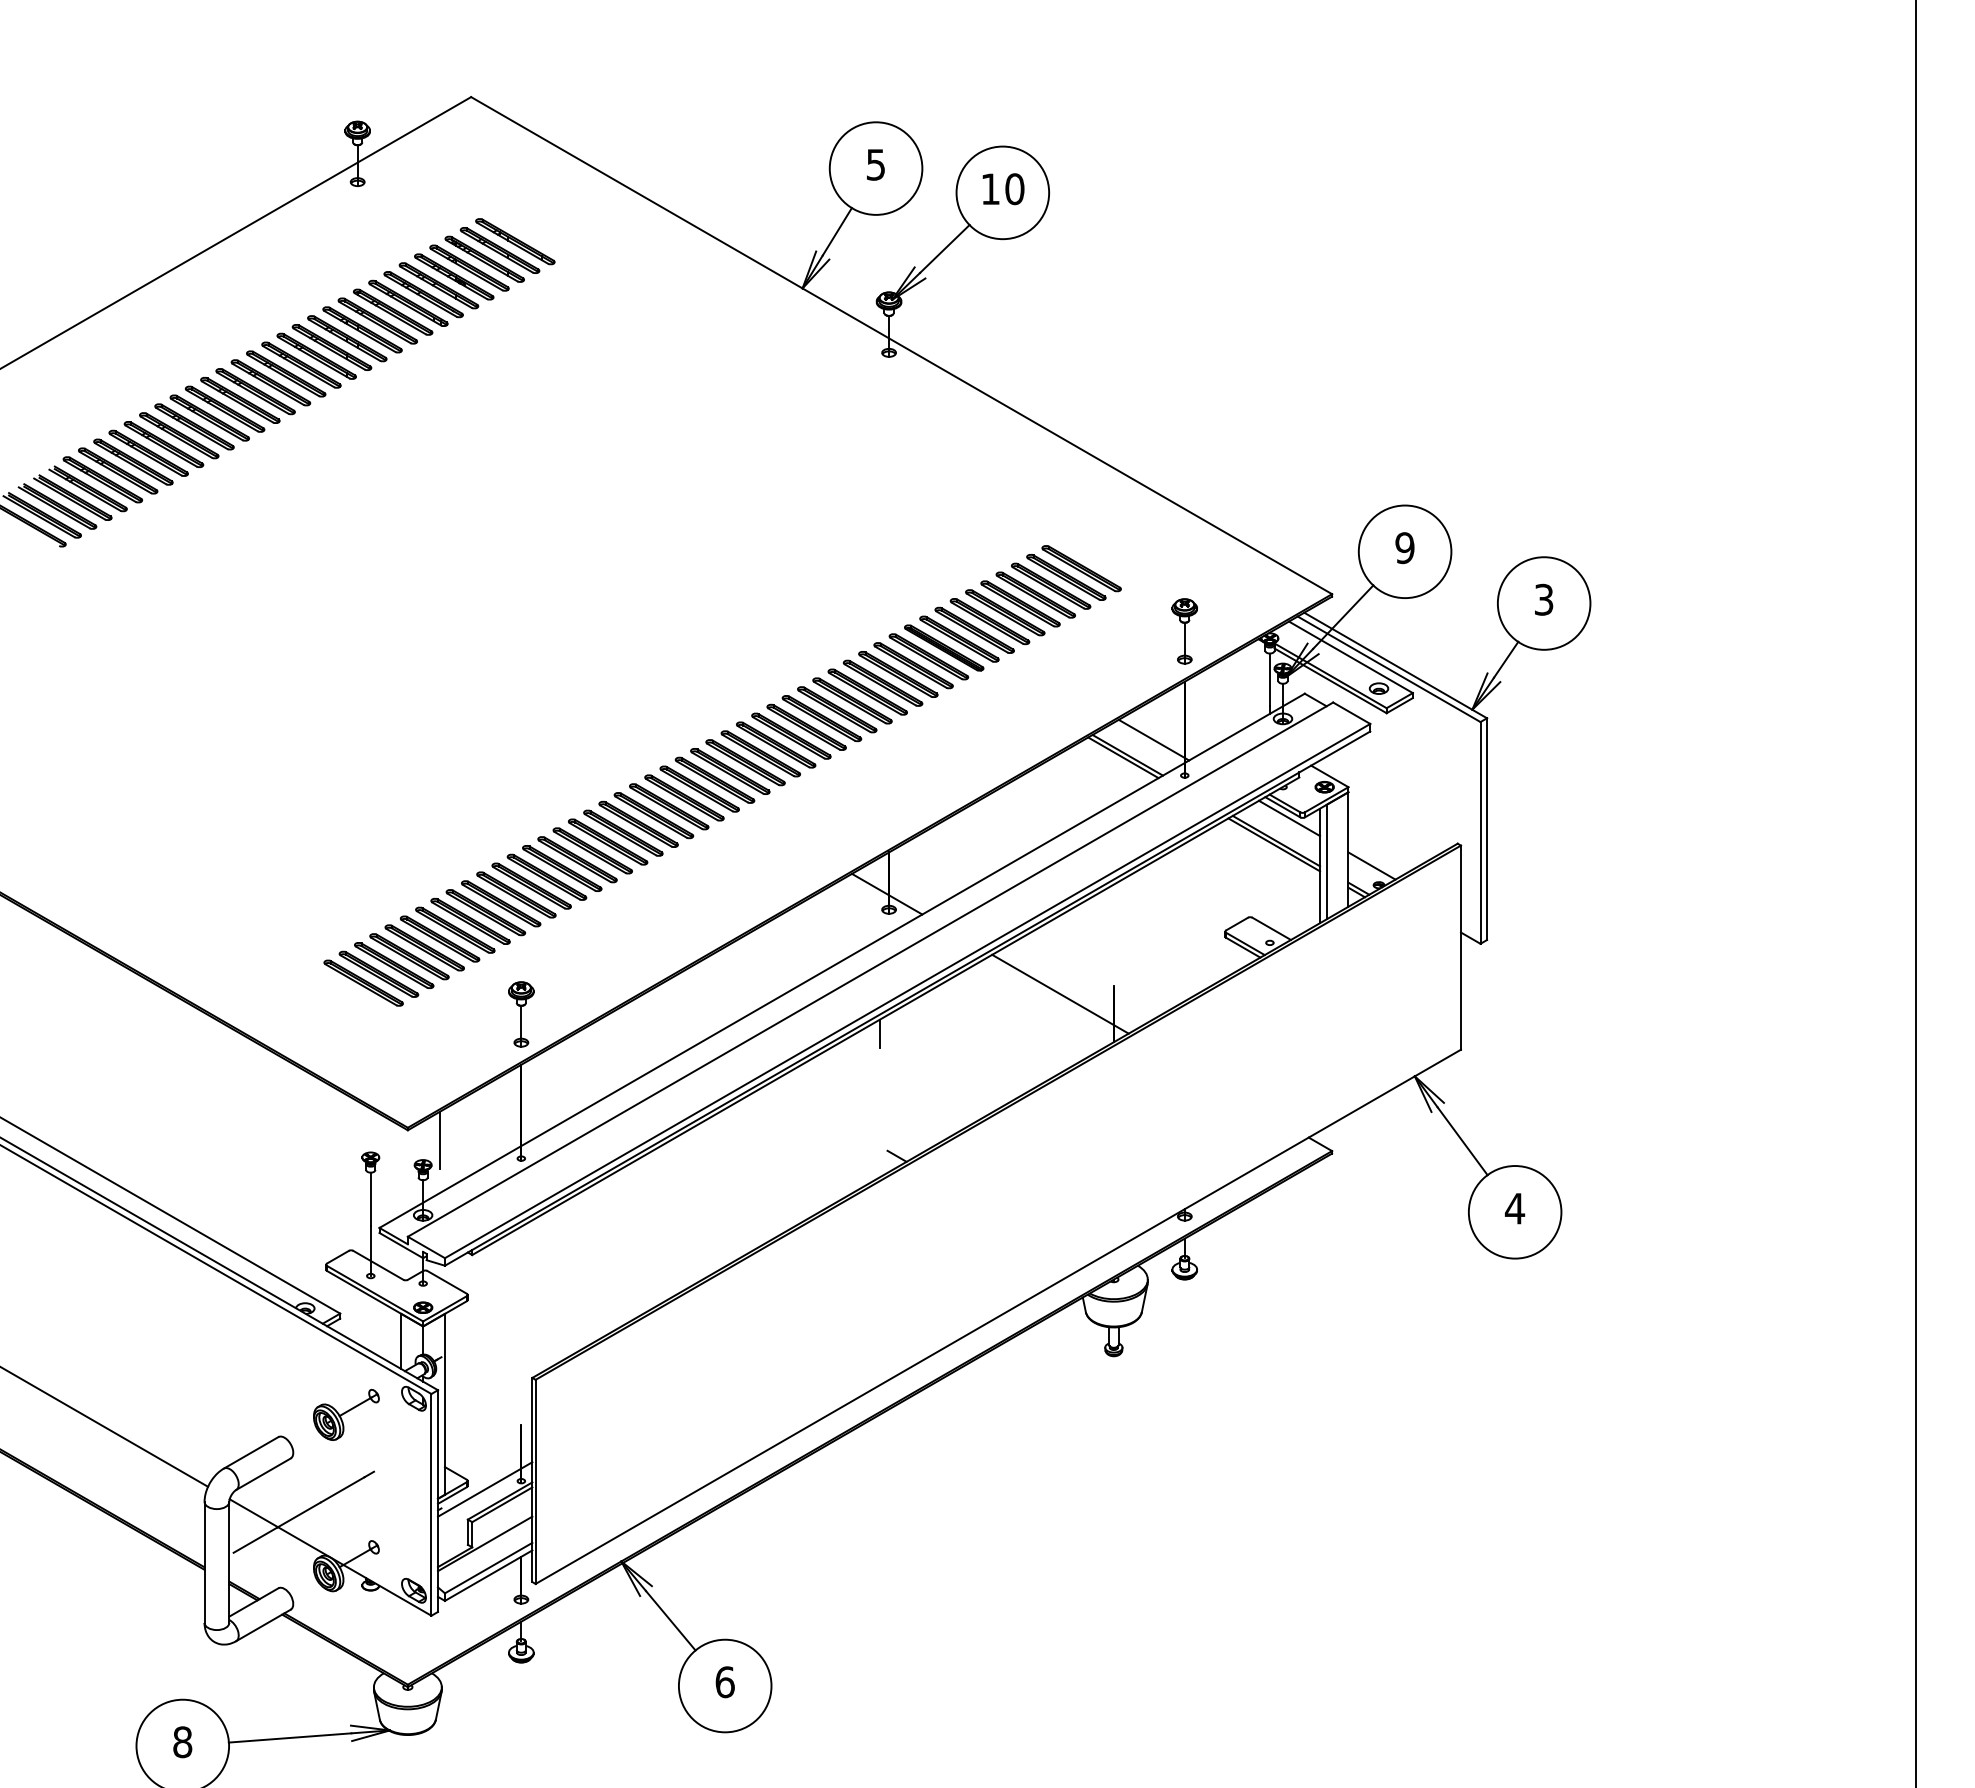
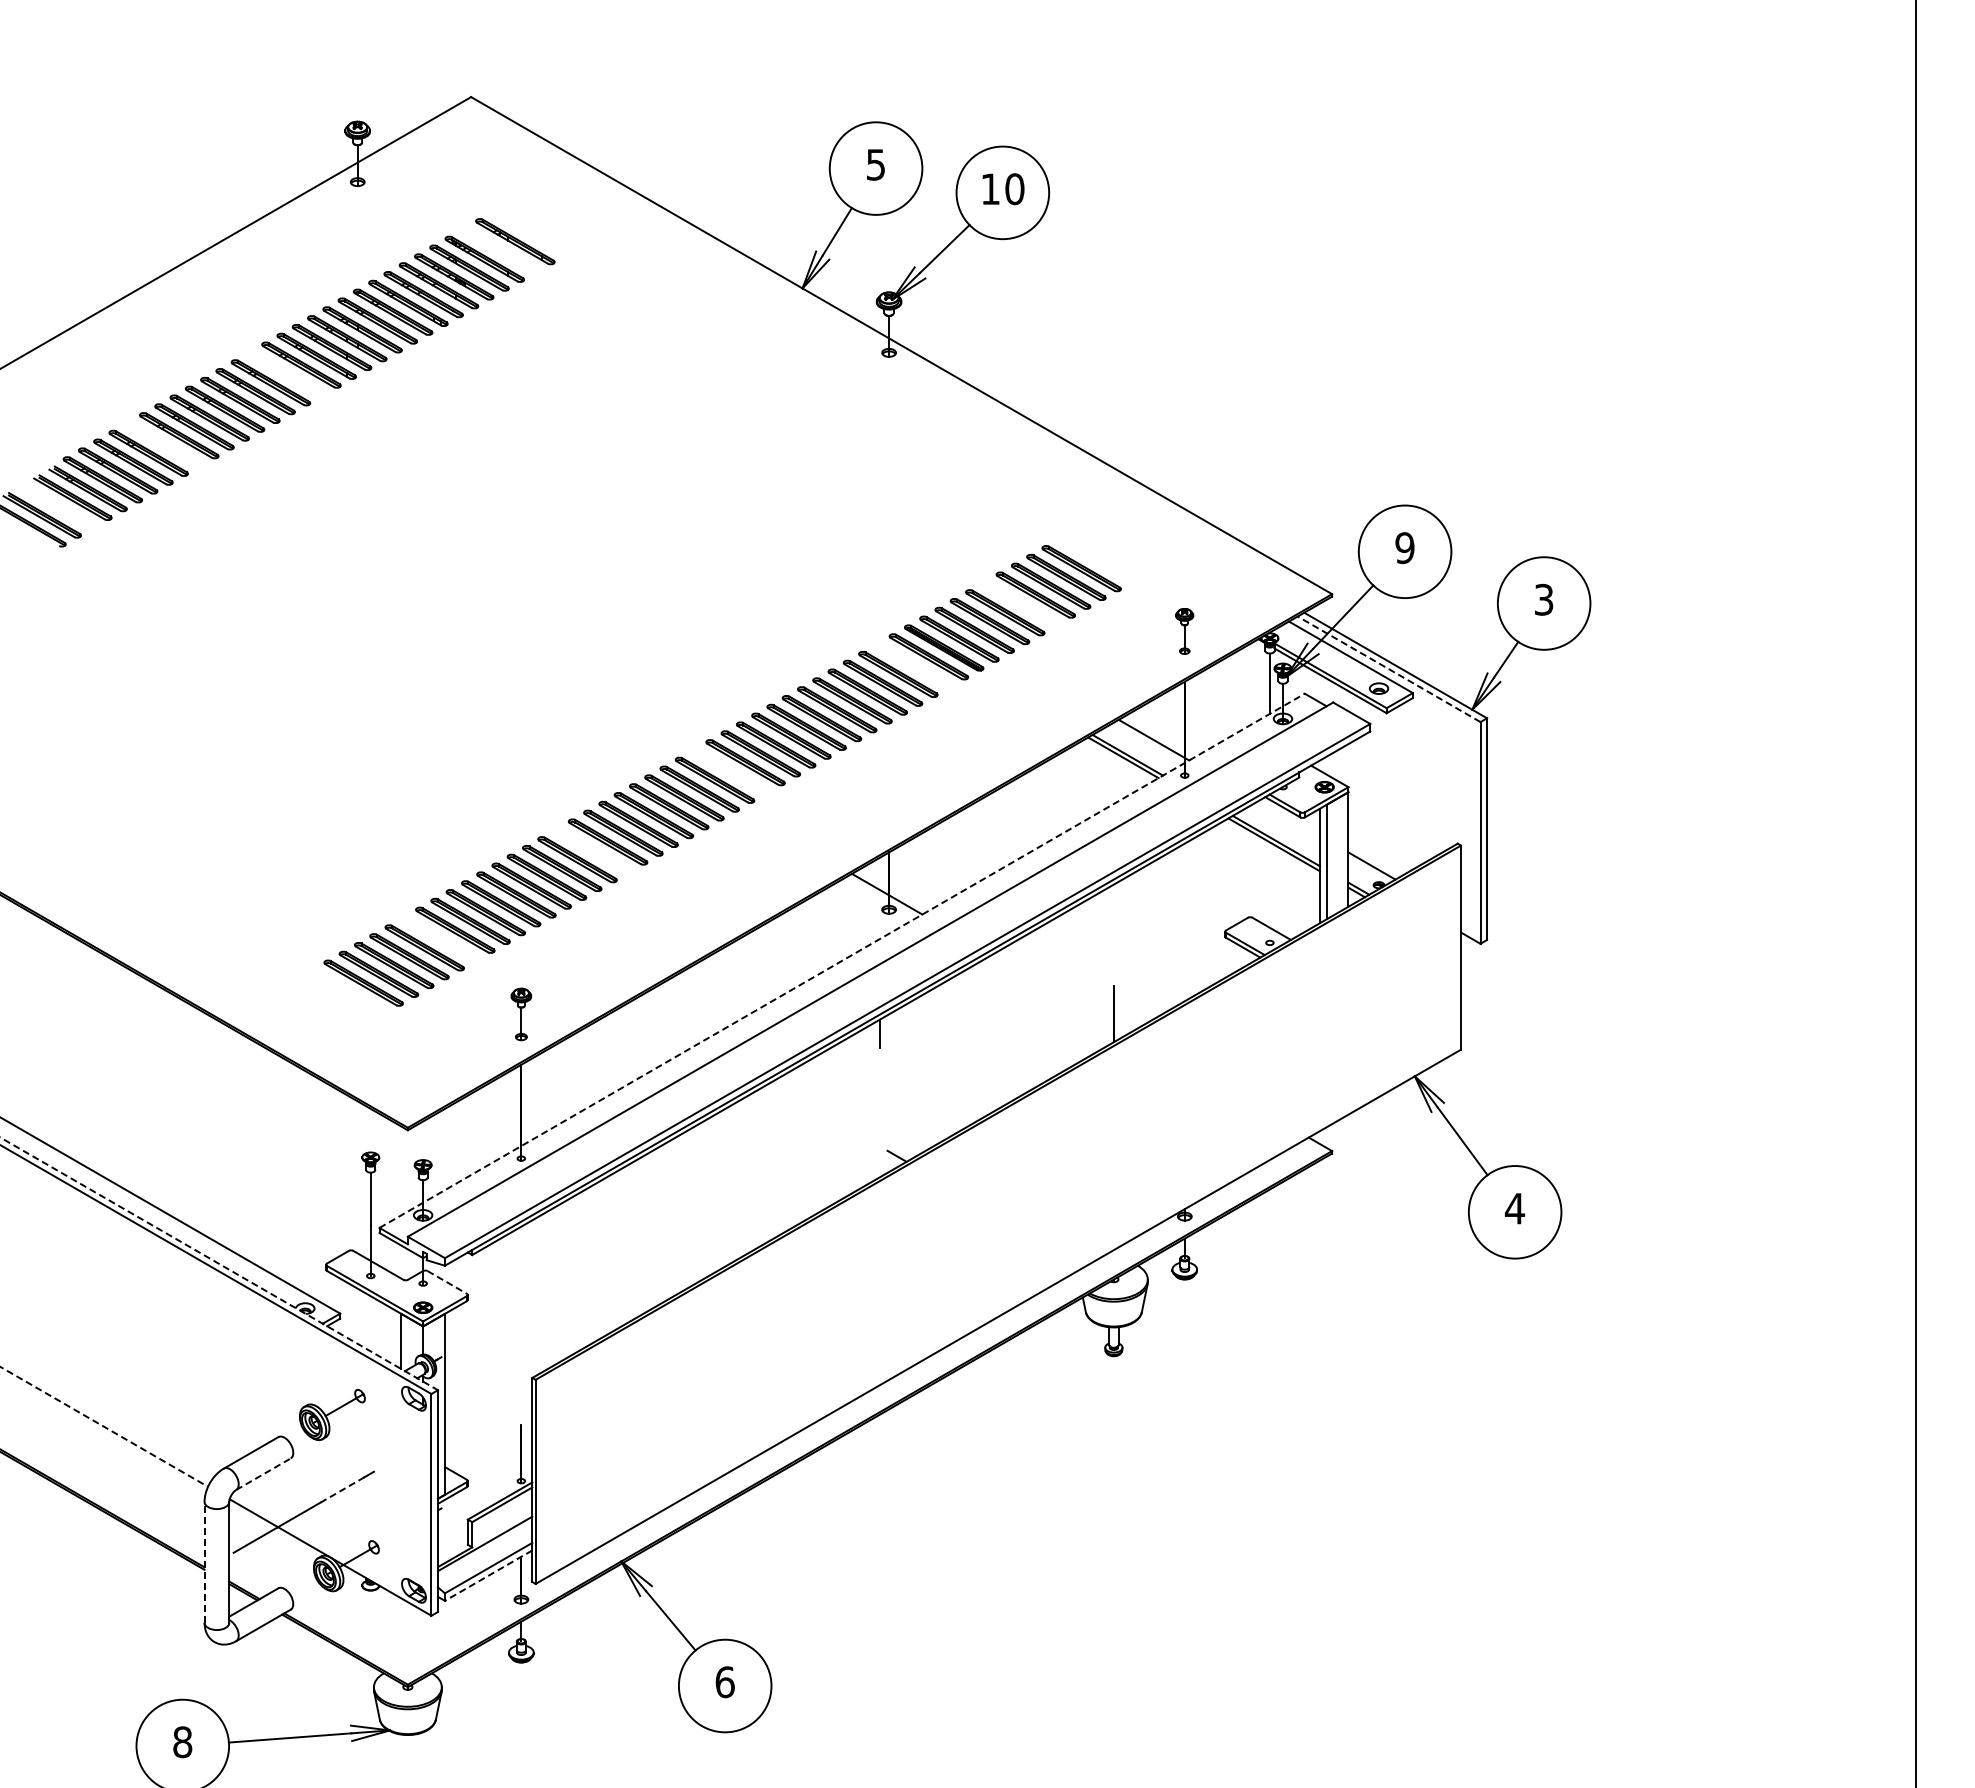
part at (499, 250): present -> none
part at (286, 373): present -> none
part at (163, 444): present -> none
part at (57, 506): present -> none
part at (1020, 603): present -> none
part at (1184, 631) size: 27x67 px -> 20x47 px
part at (913, 665): present -> none
line at (1389, 669): solid -> dashed
part at (730, 771): present -> none
line at (1289, 818): present -> none
part at (592, 850): present -> none
part at (439, 938): present -> none
line at (842, 960): solid -> dashed
line at (1060, 993): present -> none
part at (521, 1014) size: 27x67 px -> 23x55 px
line at (439, 1140): present -> none
line at (219, 1263): solid -> dashed
line at (447, 1282): solid -> dashed
part at (346, 1414) position: (346, 1414) -> (332, 1414)
line at (104, 1426): solid -> dashed
line at (263, 1474): solid -> dashed
line at (484, 1489): present -> none
line at (342, 1490): solid -> dashed
line at (204, 1561): solid -> dashed
line at (488, 1575): solid -> dashed
